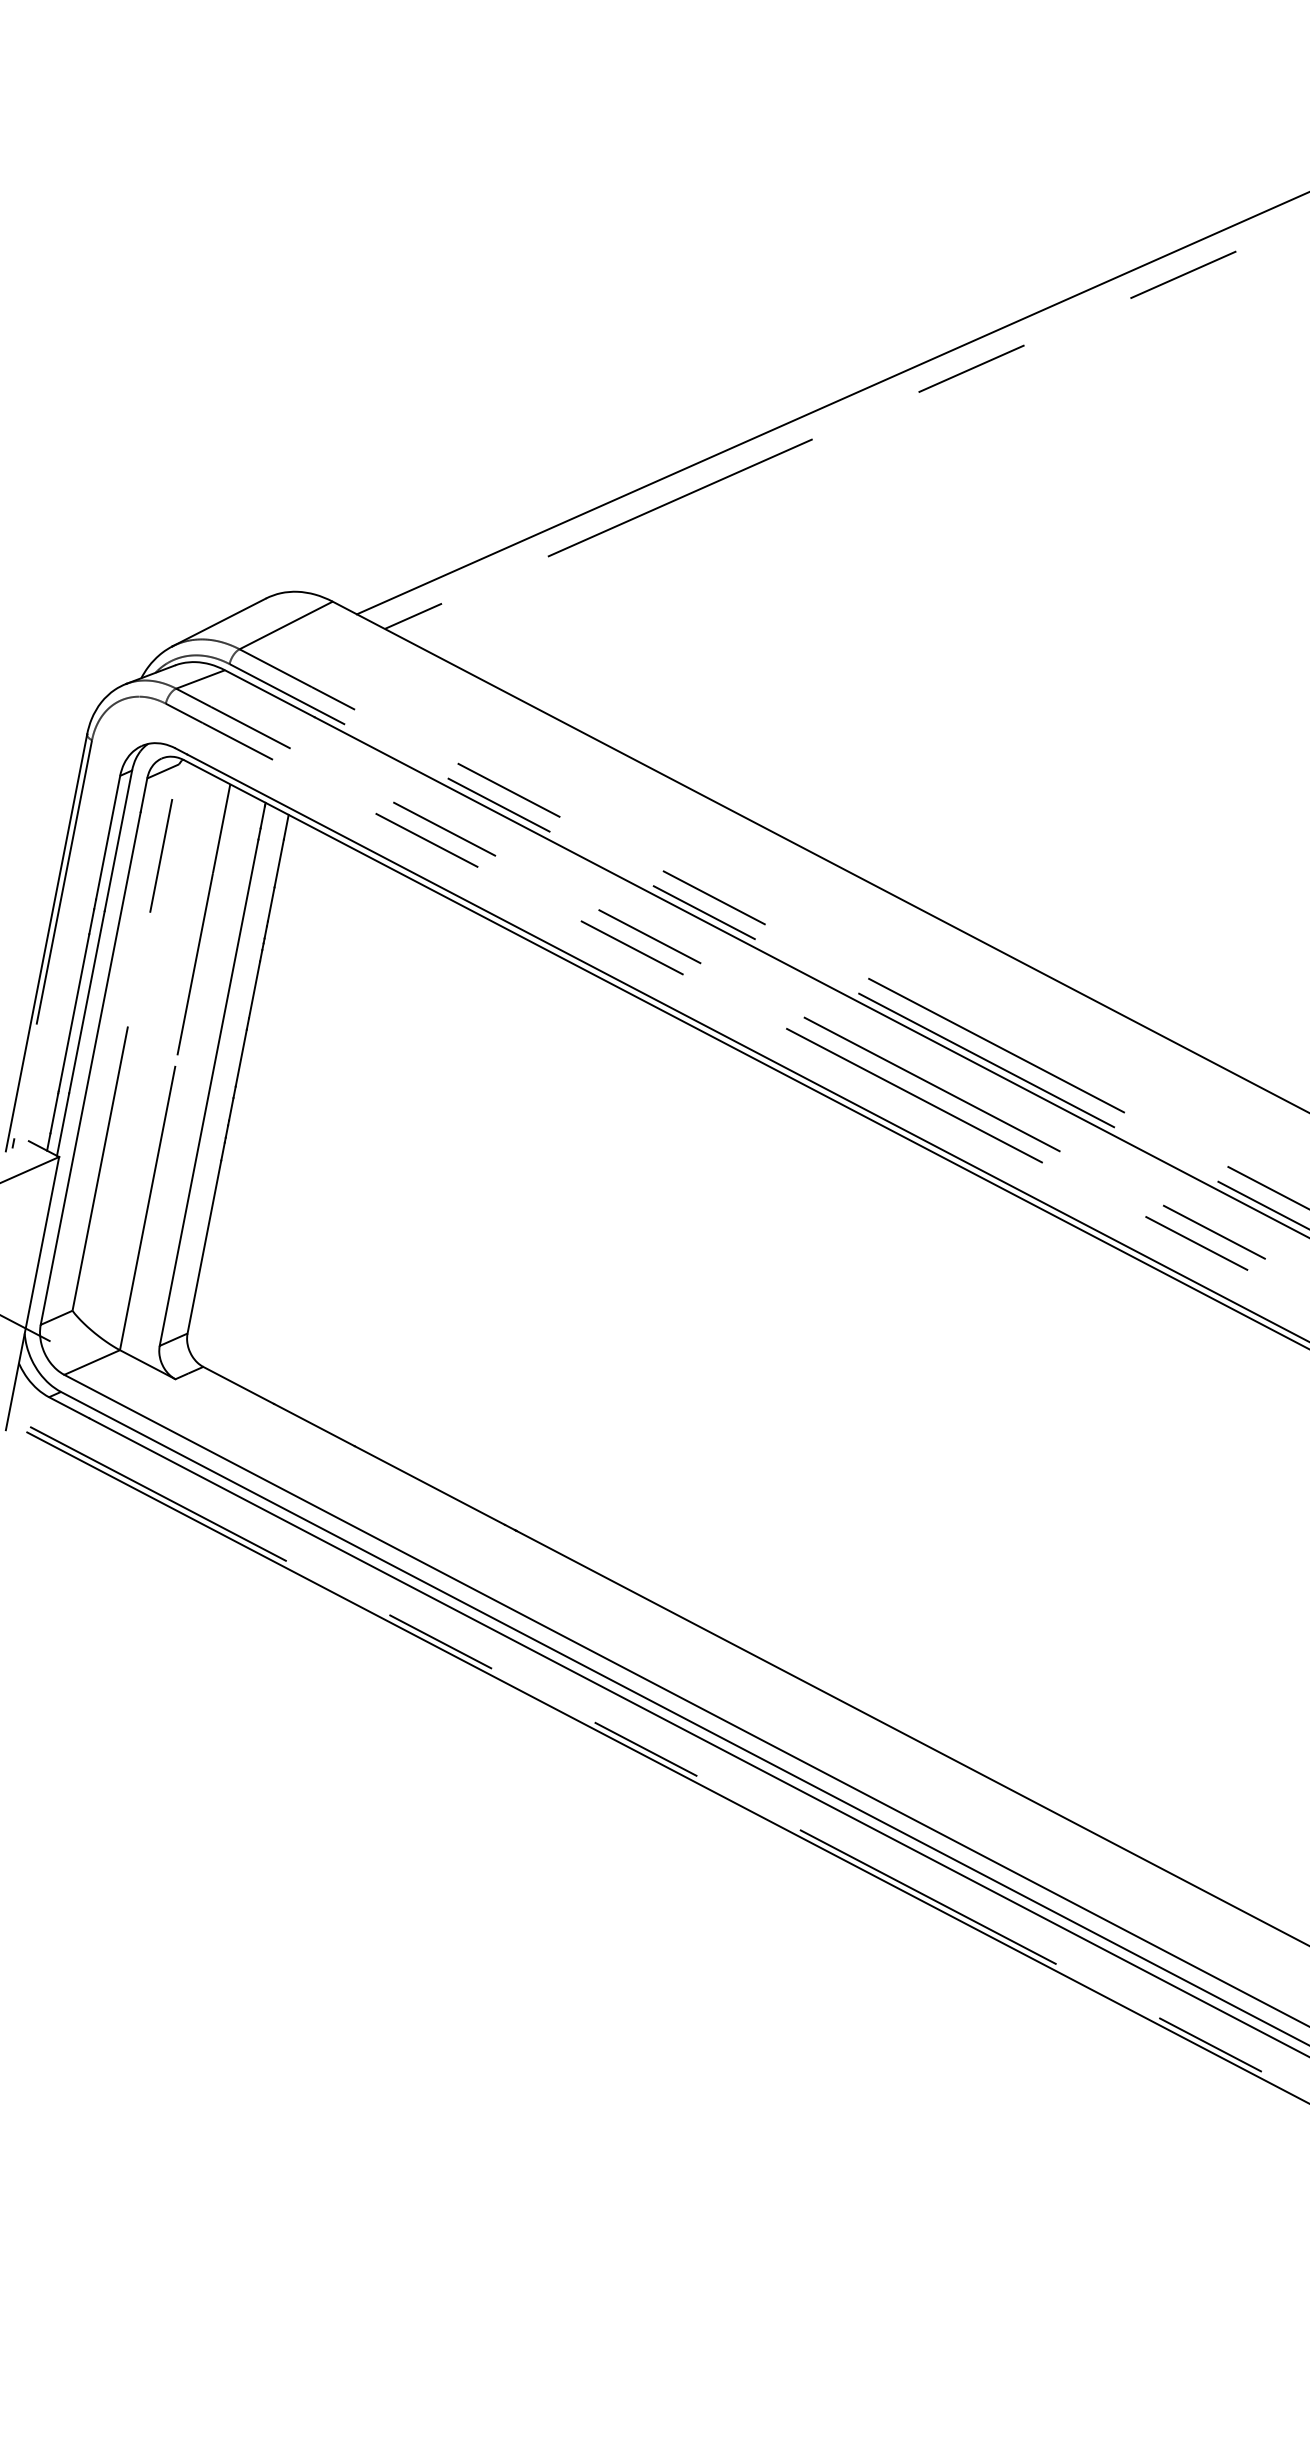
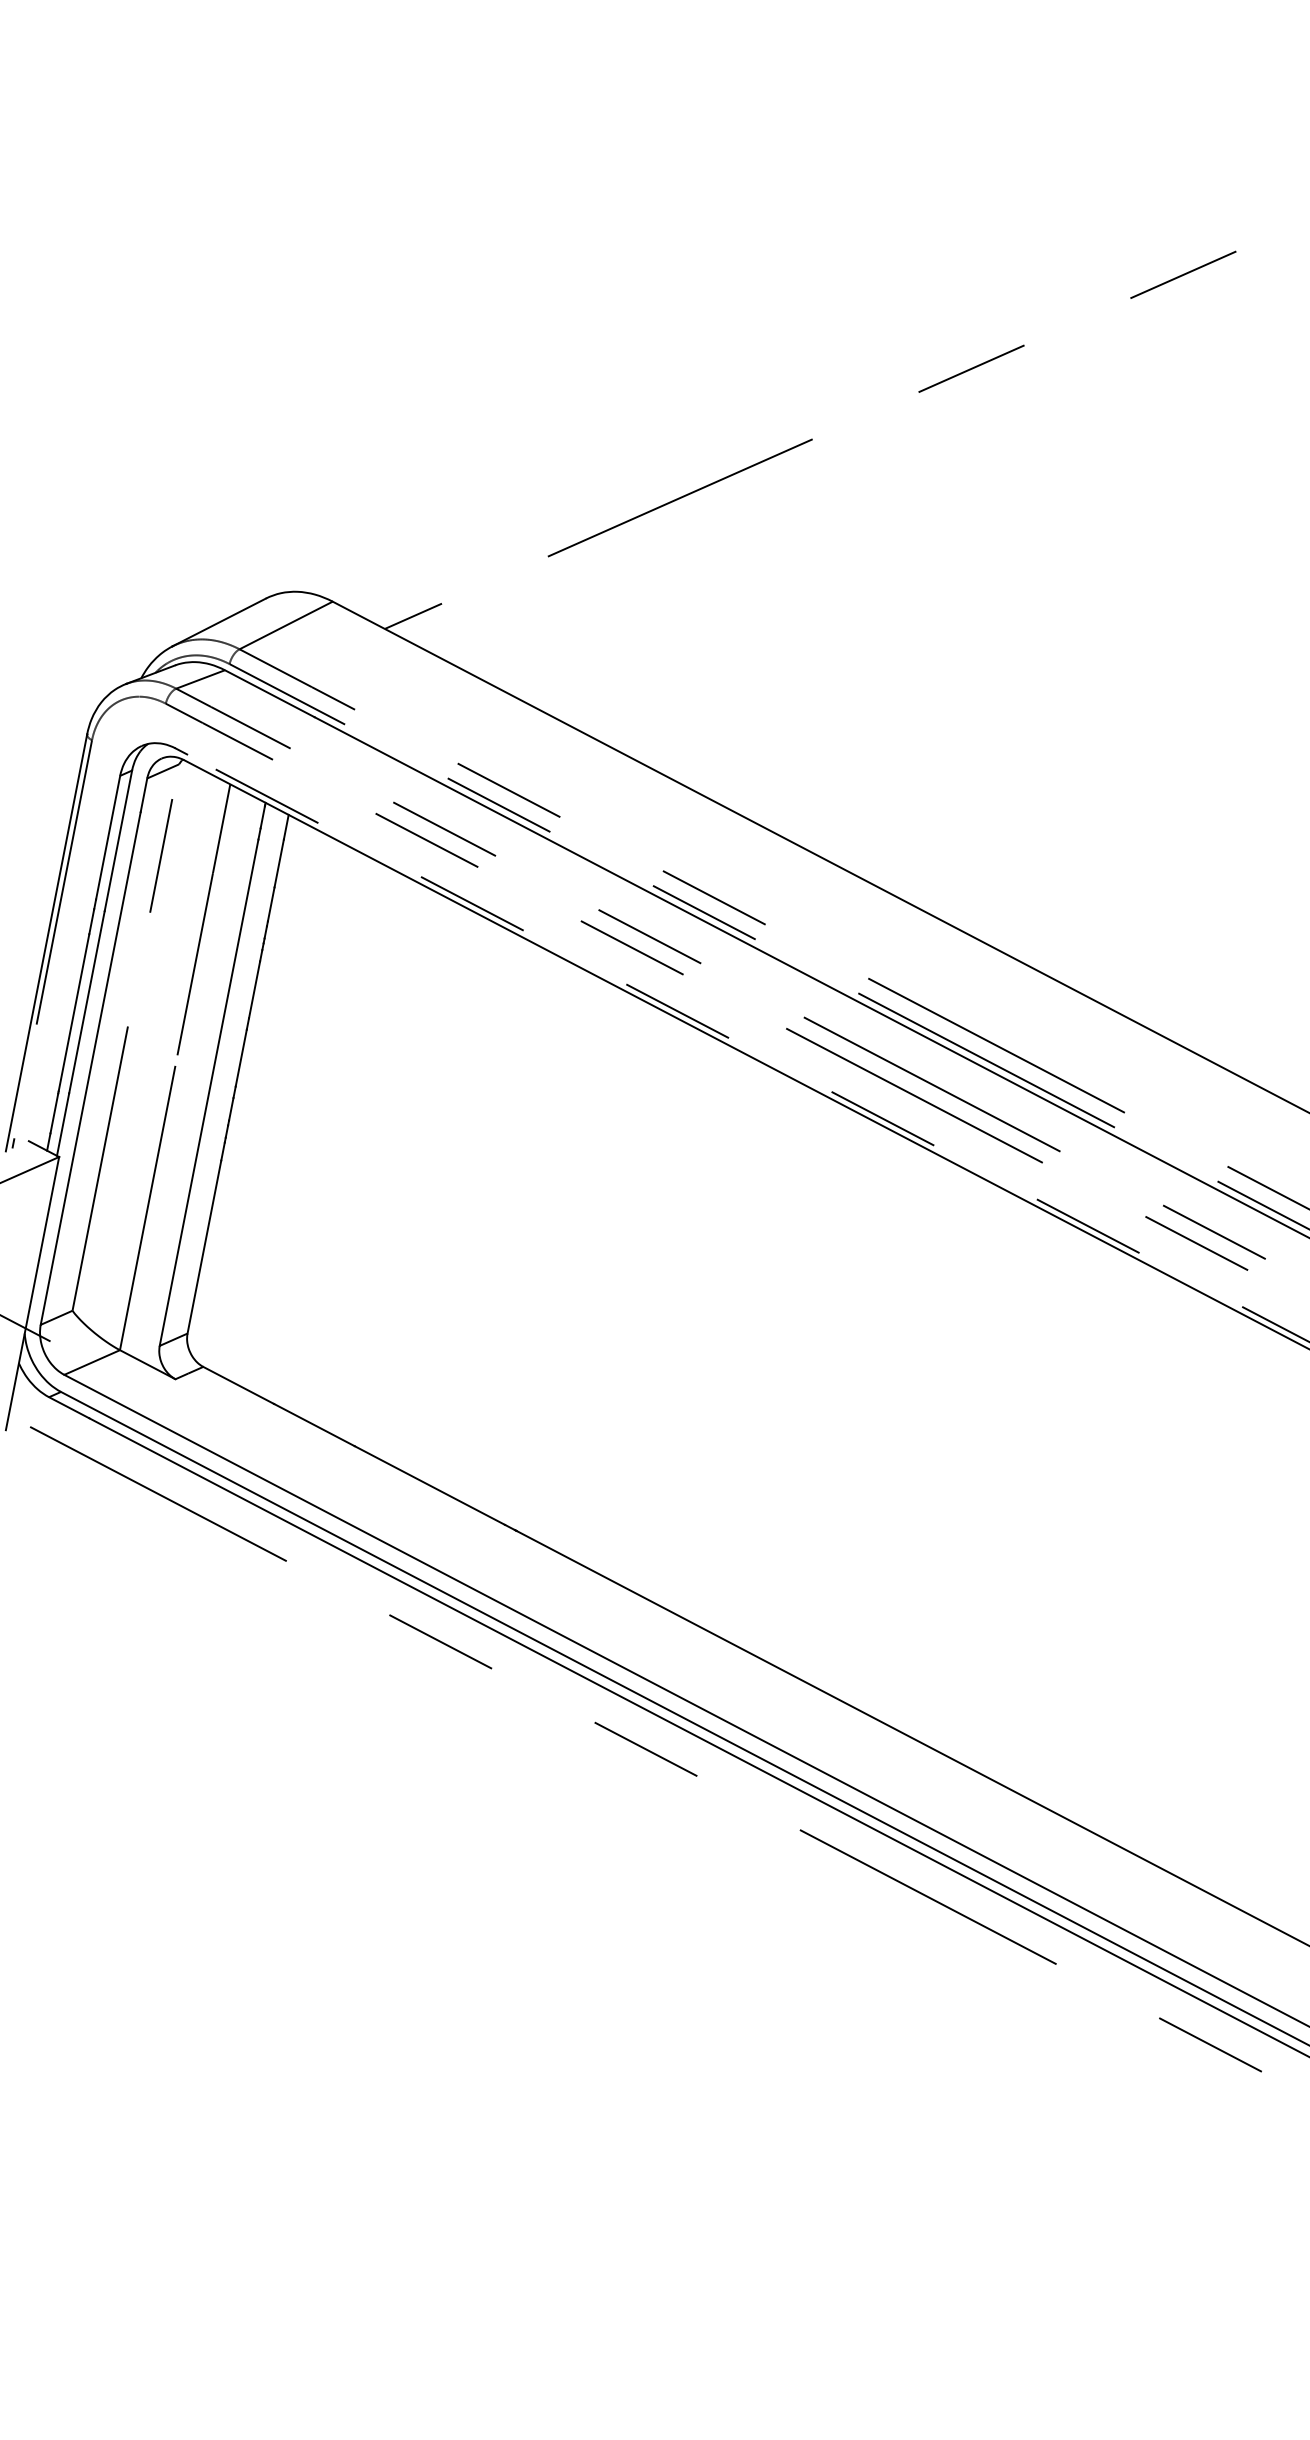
line at (831, 403): present -> none
line at (747, 1047): solid -> dashed
line at (666, 1767): present -> none
